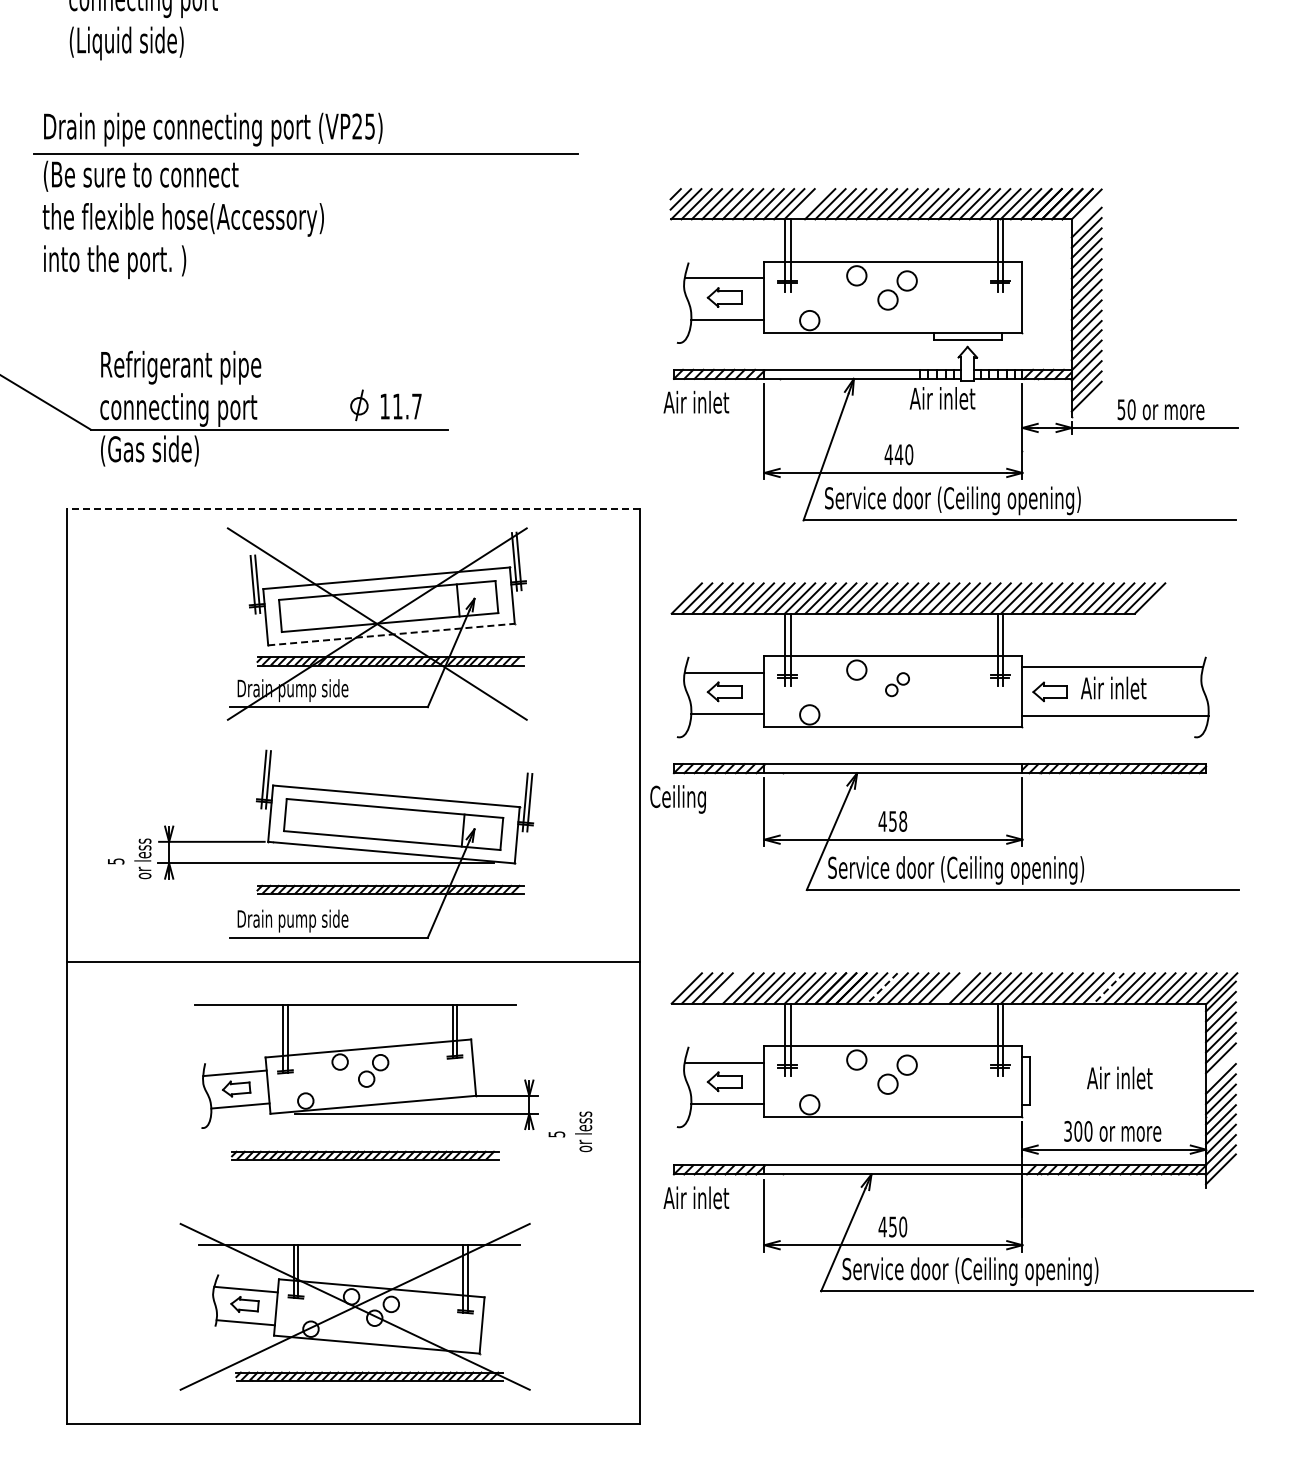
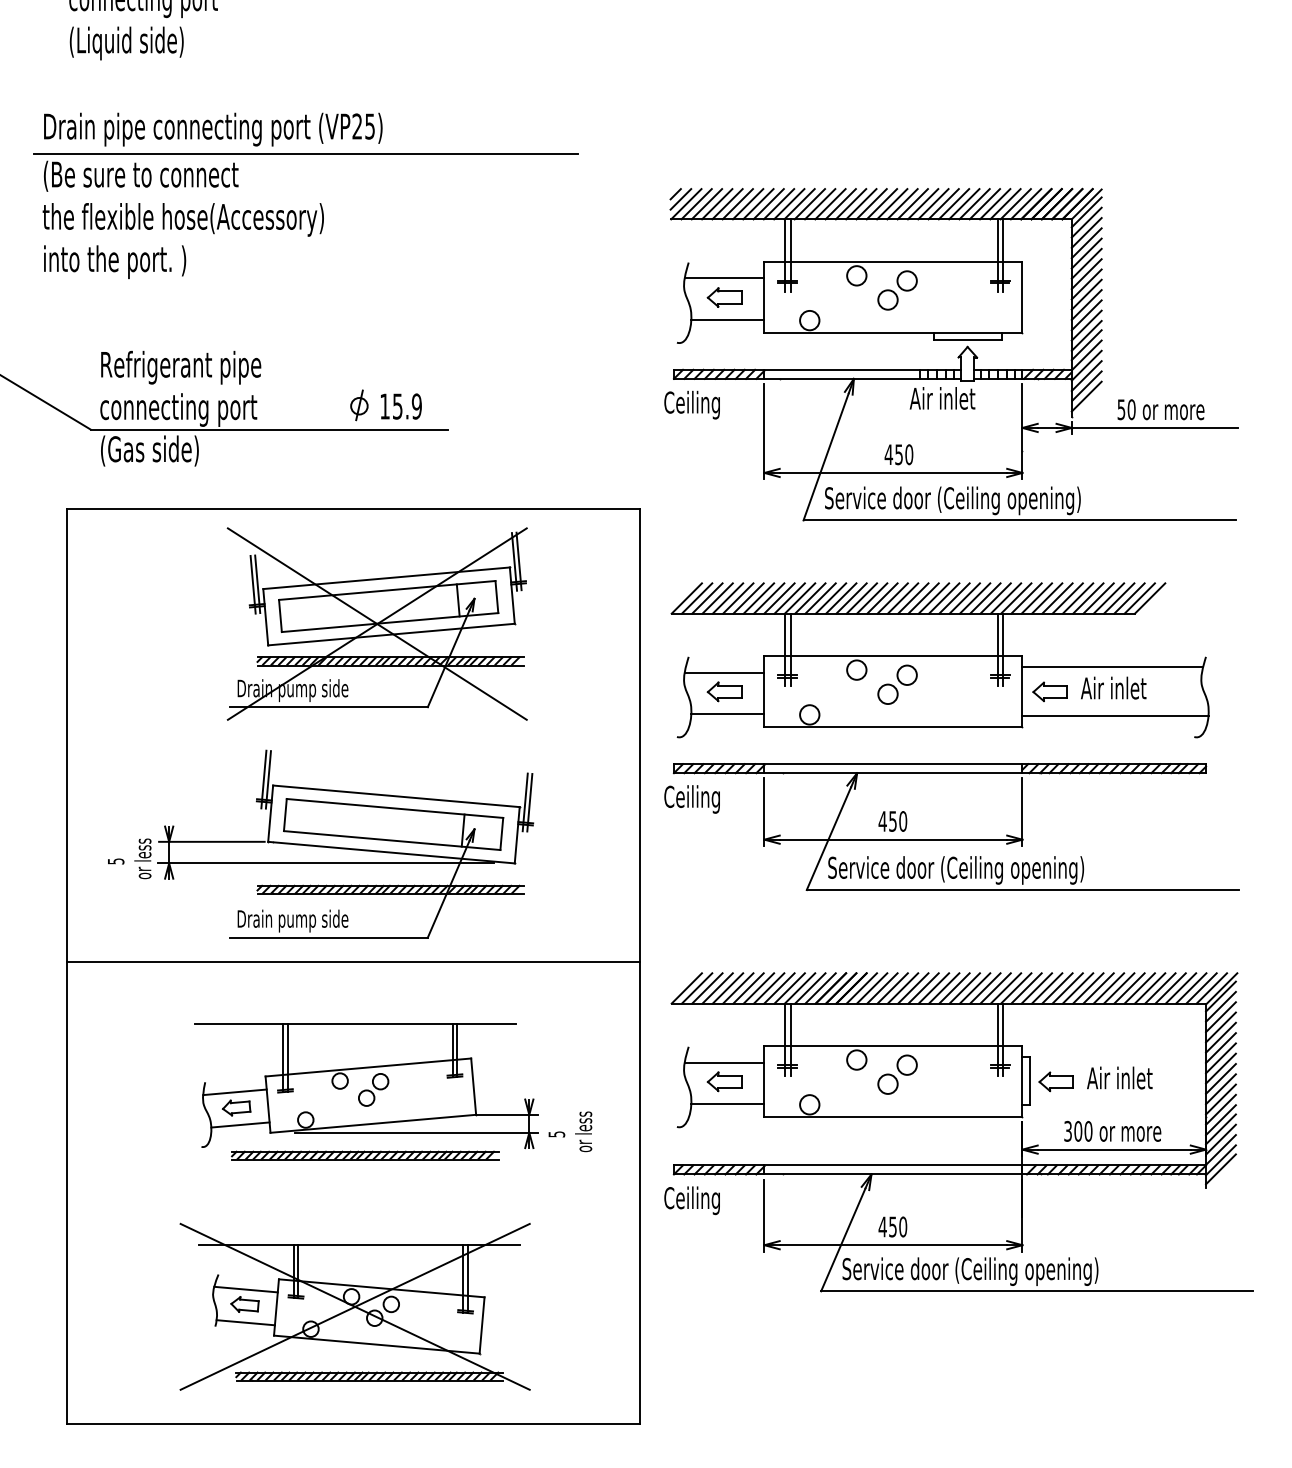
line at (809, 204): none -> present
line at (1086, 212): none -> present
text at (696, 404): Air inlet -> Ceiling
text at (407, 406): 11.7 -> 15.9
text at (898, 454): 440 -> 450
line at (353, 509): dashed -> solid
line at (391, 634): dashed -> solid
part at (897, 684) size: 25x26 px -> 41x41 px
text at (677, 799) position: (677, 799) -> (691, 799)
text at (903, 821): 458 -> 450
line at (727, 988): none -> present
line at (882, 988): dashed -> solid
line at (954, 988): none -> present
line at (1108, 988): dashed -> solid
part at (366, 1067) position: (366, 1067) -> (366, 1086)
line at (1220, 1068): none -> present
part at (1055, 1081): none -> present
text at (696, 1200): Air inlet -> Ceiling
